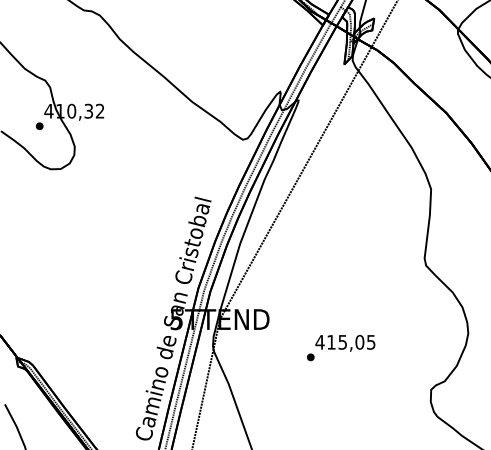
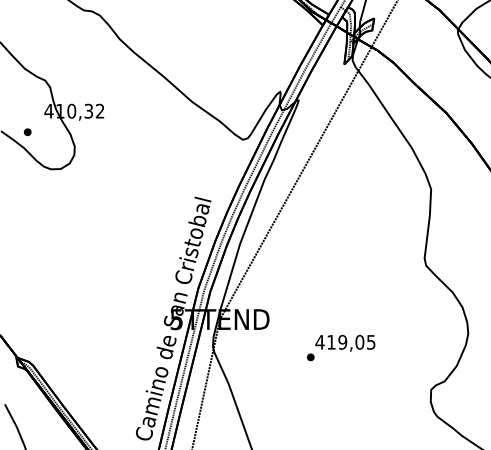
part at (39, 126) position: (39, 126) -> (27, 132)
text at (342, 341): 415,05 -> 419,05
